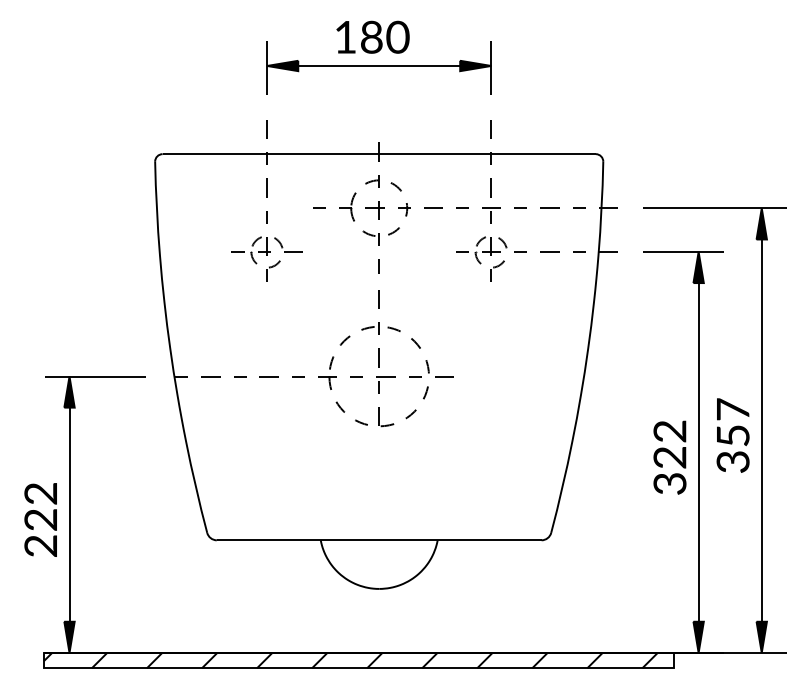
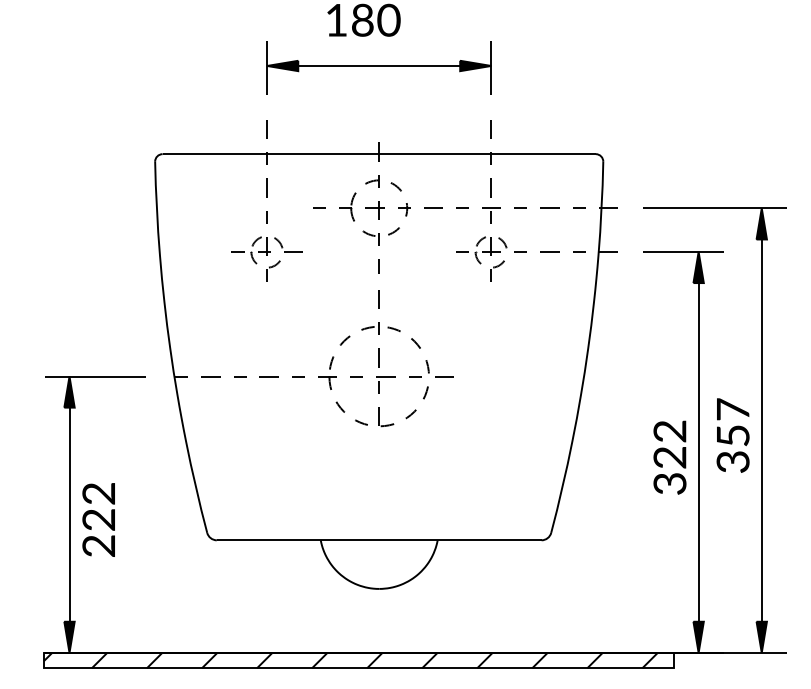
text at (372, 36) position: (372, 36) -> (363, 19)
text at (40, 519) position: (40, 519) -> (98, 519)
